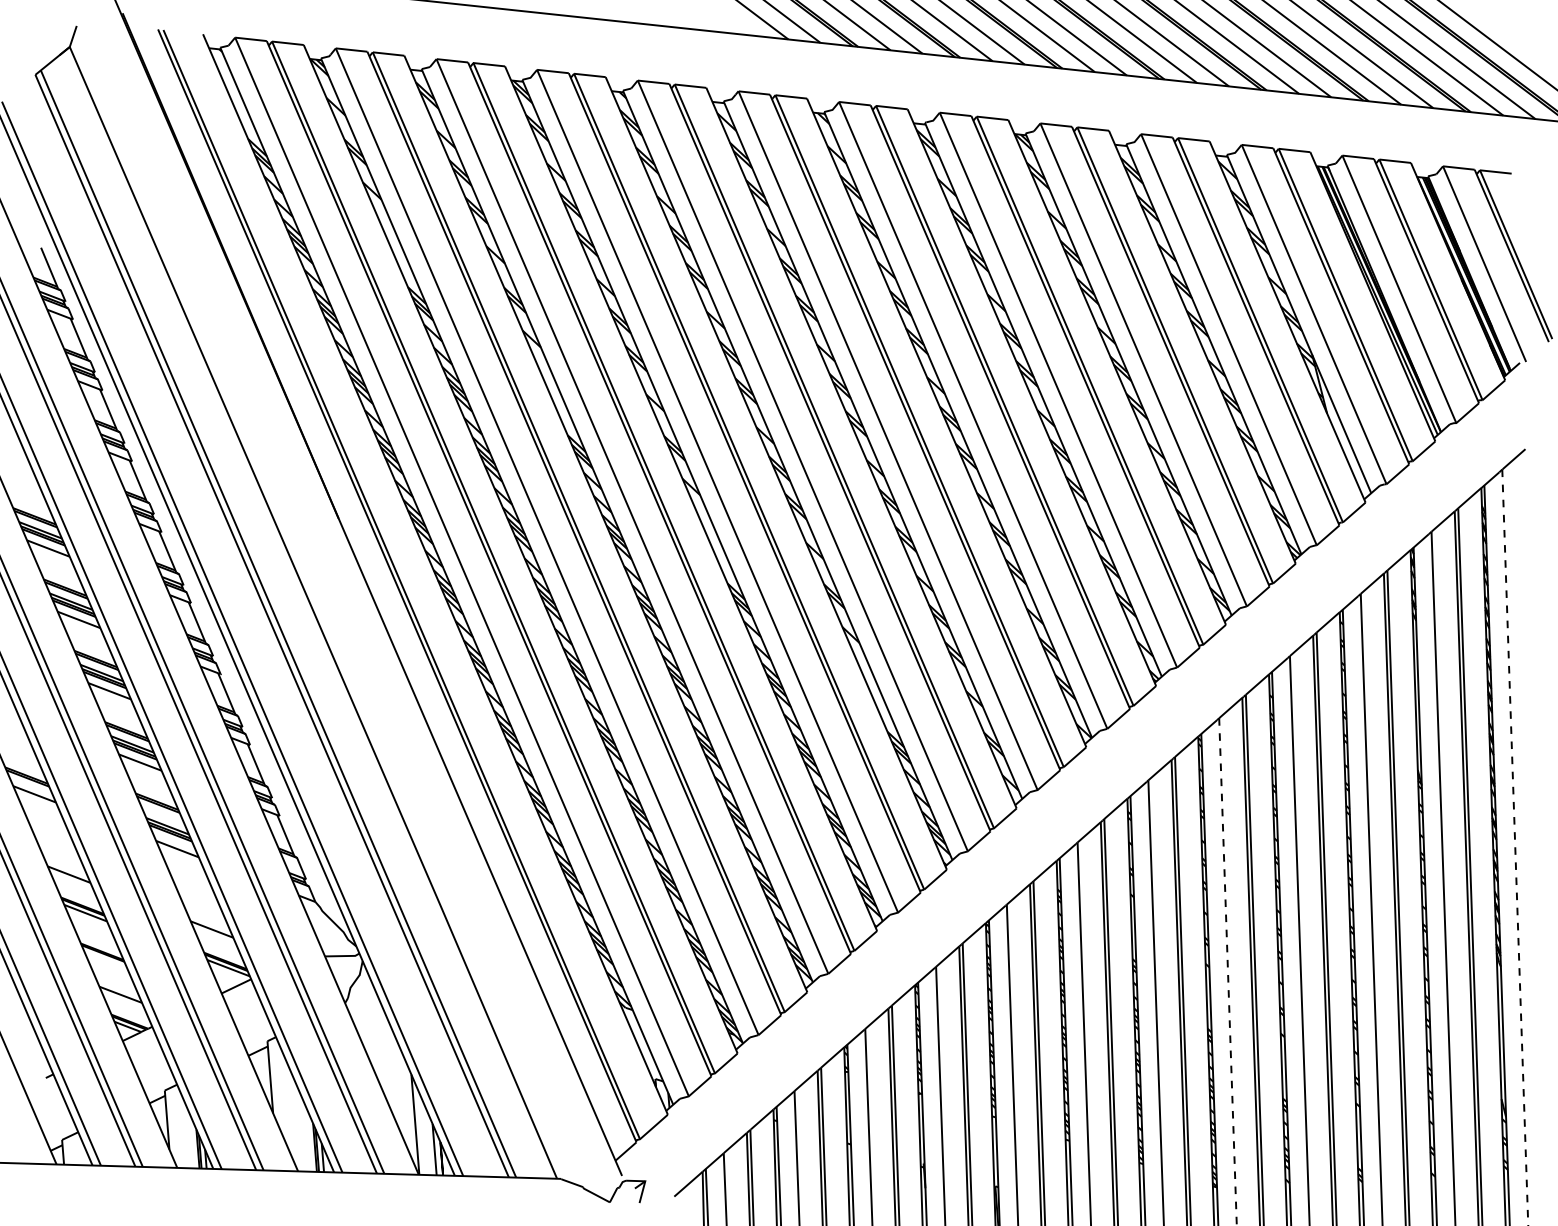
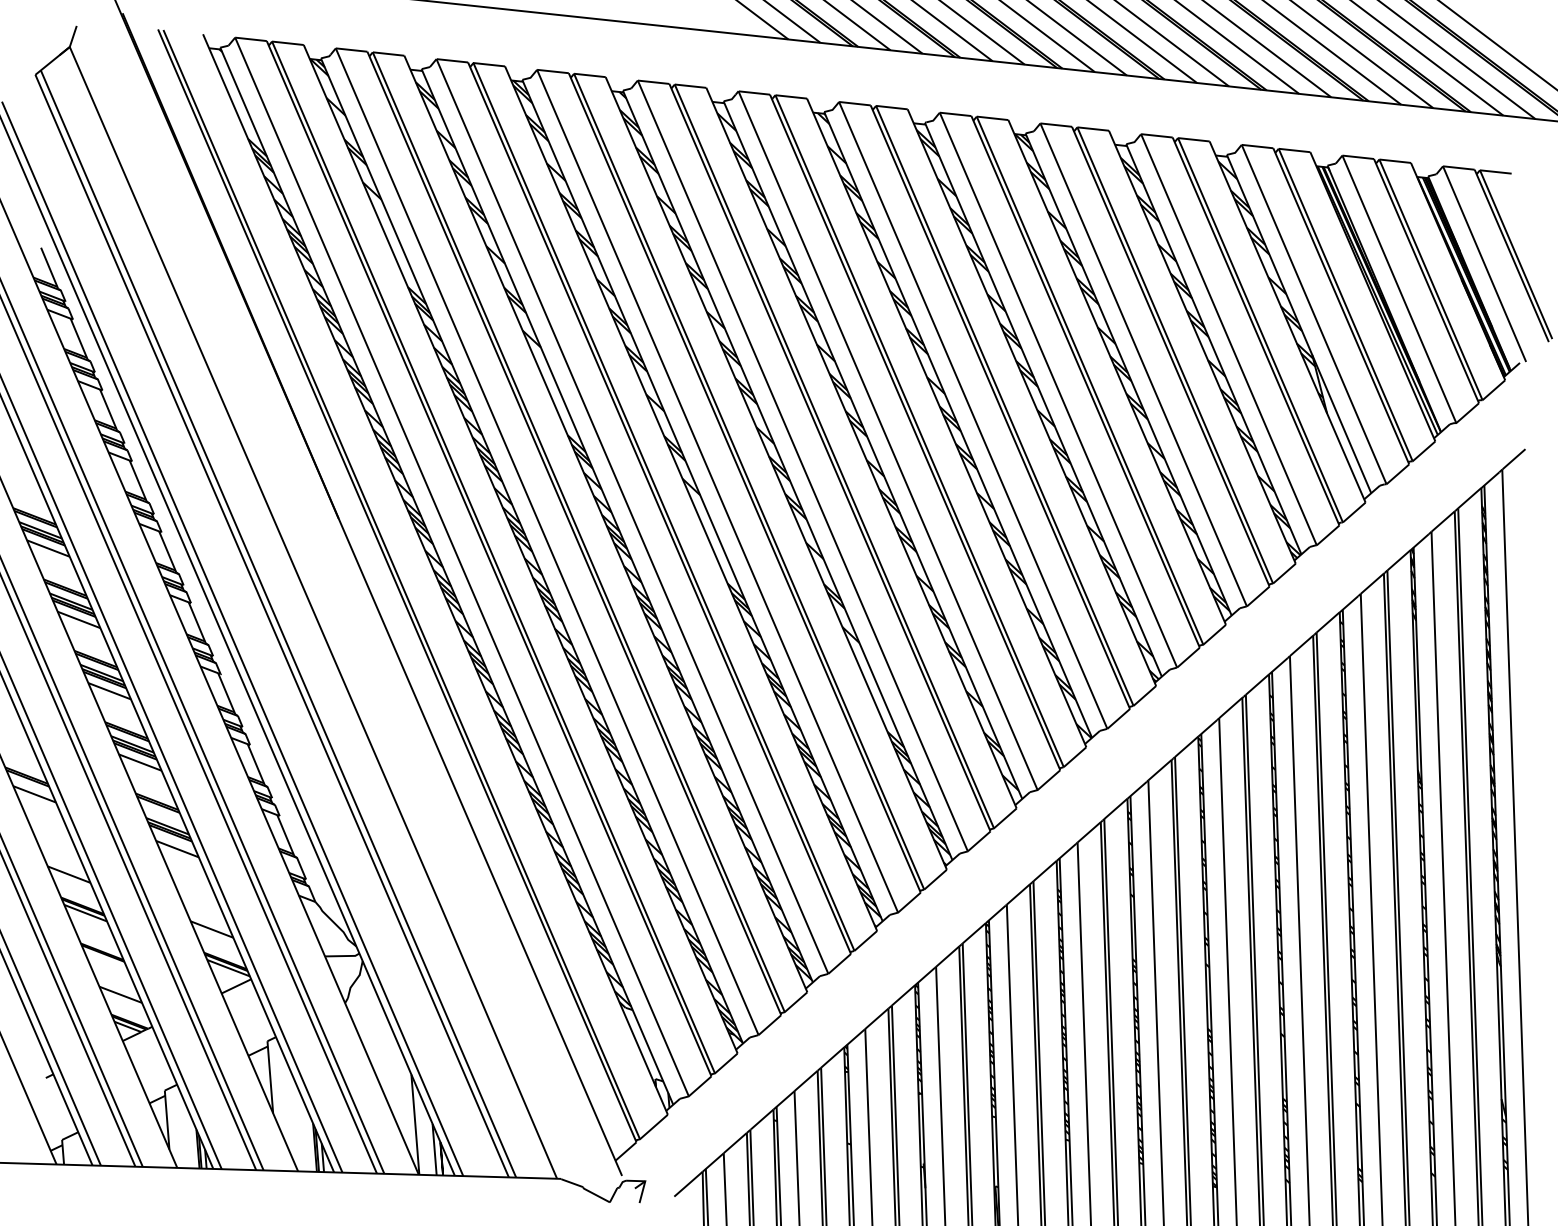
line at (1515, 848): dashed -> solid
line at (1228, 971): dashed -> solid
